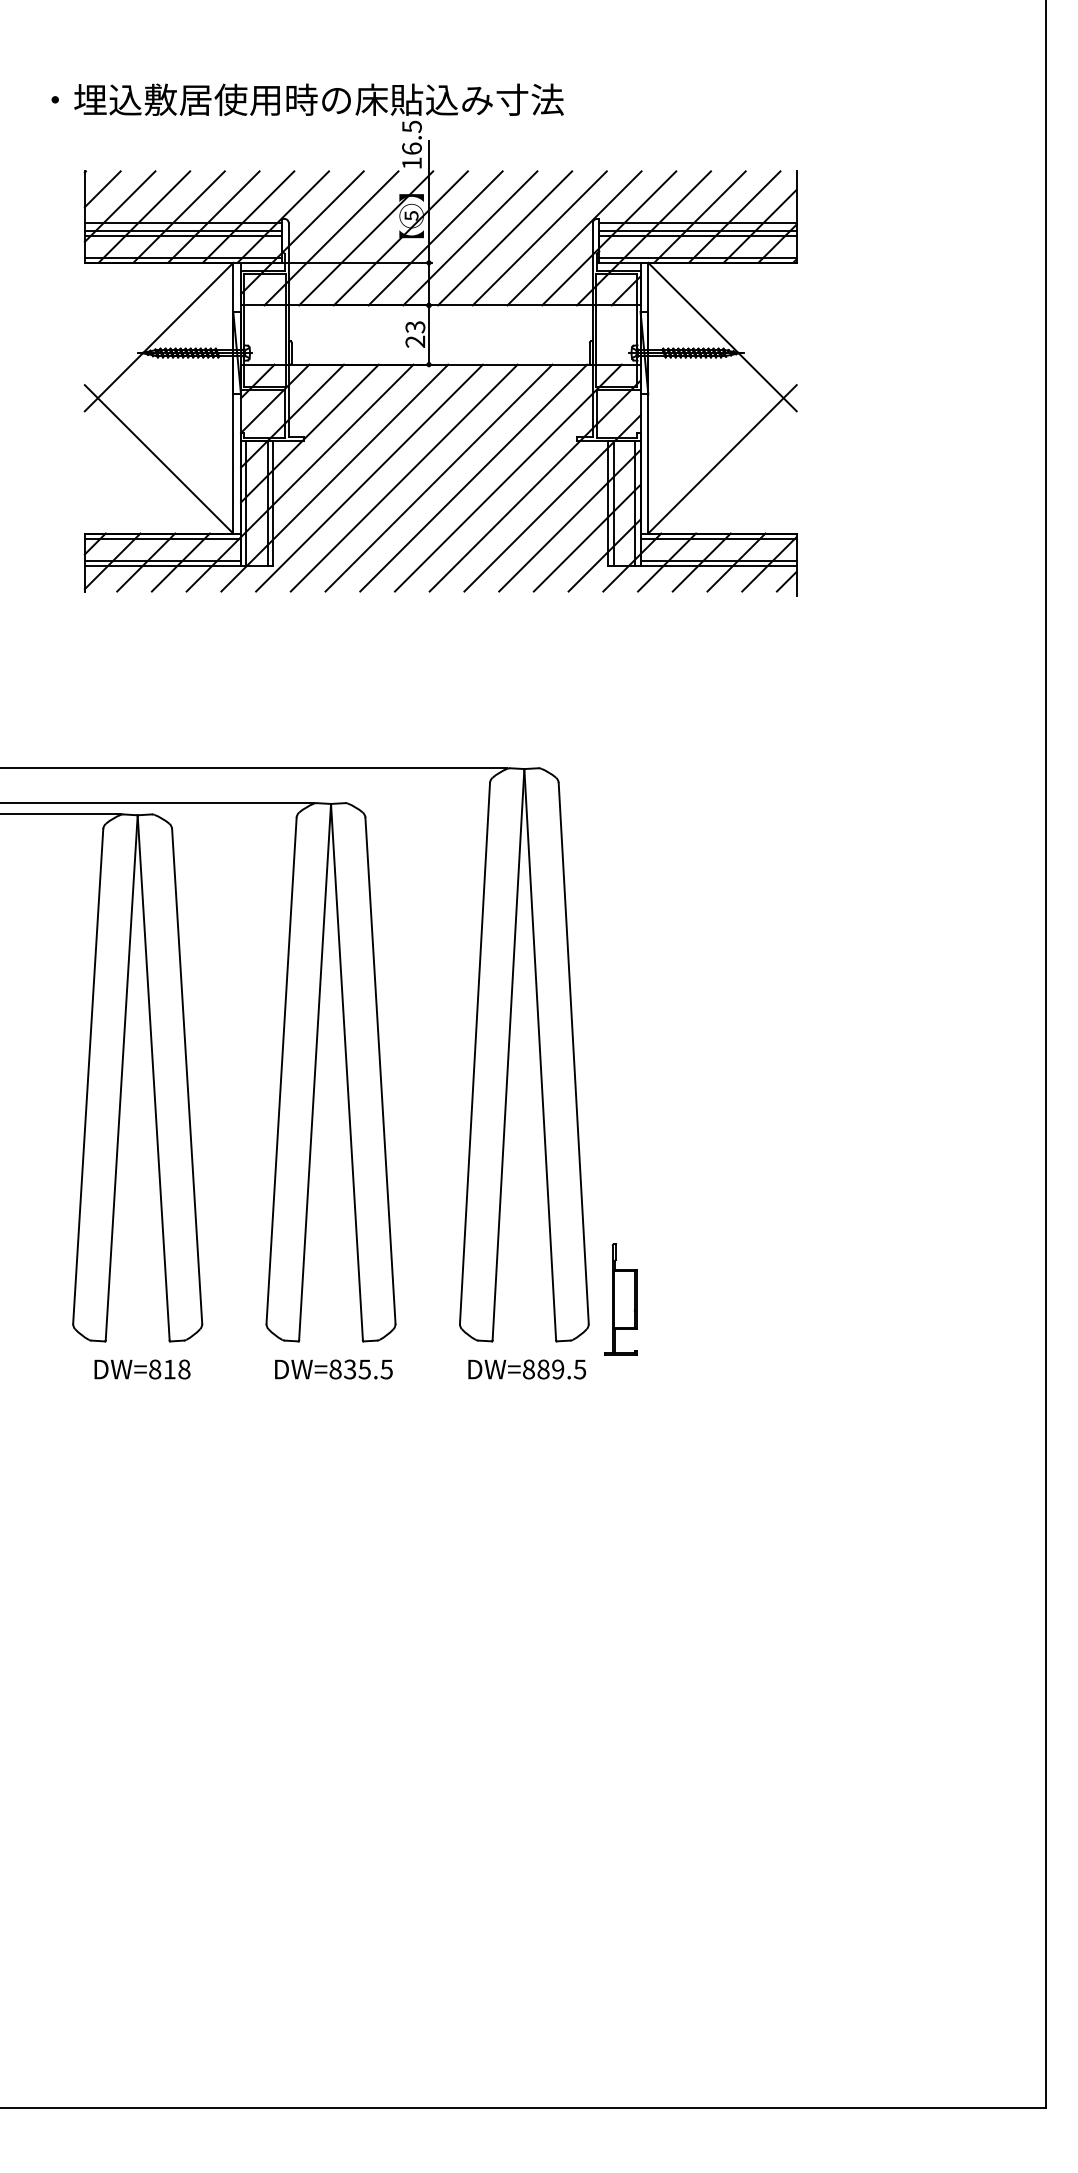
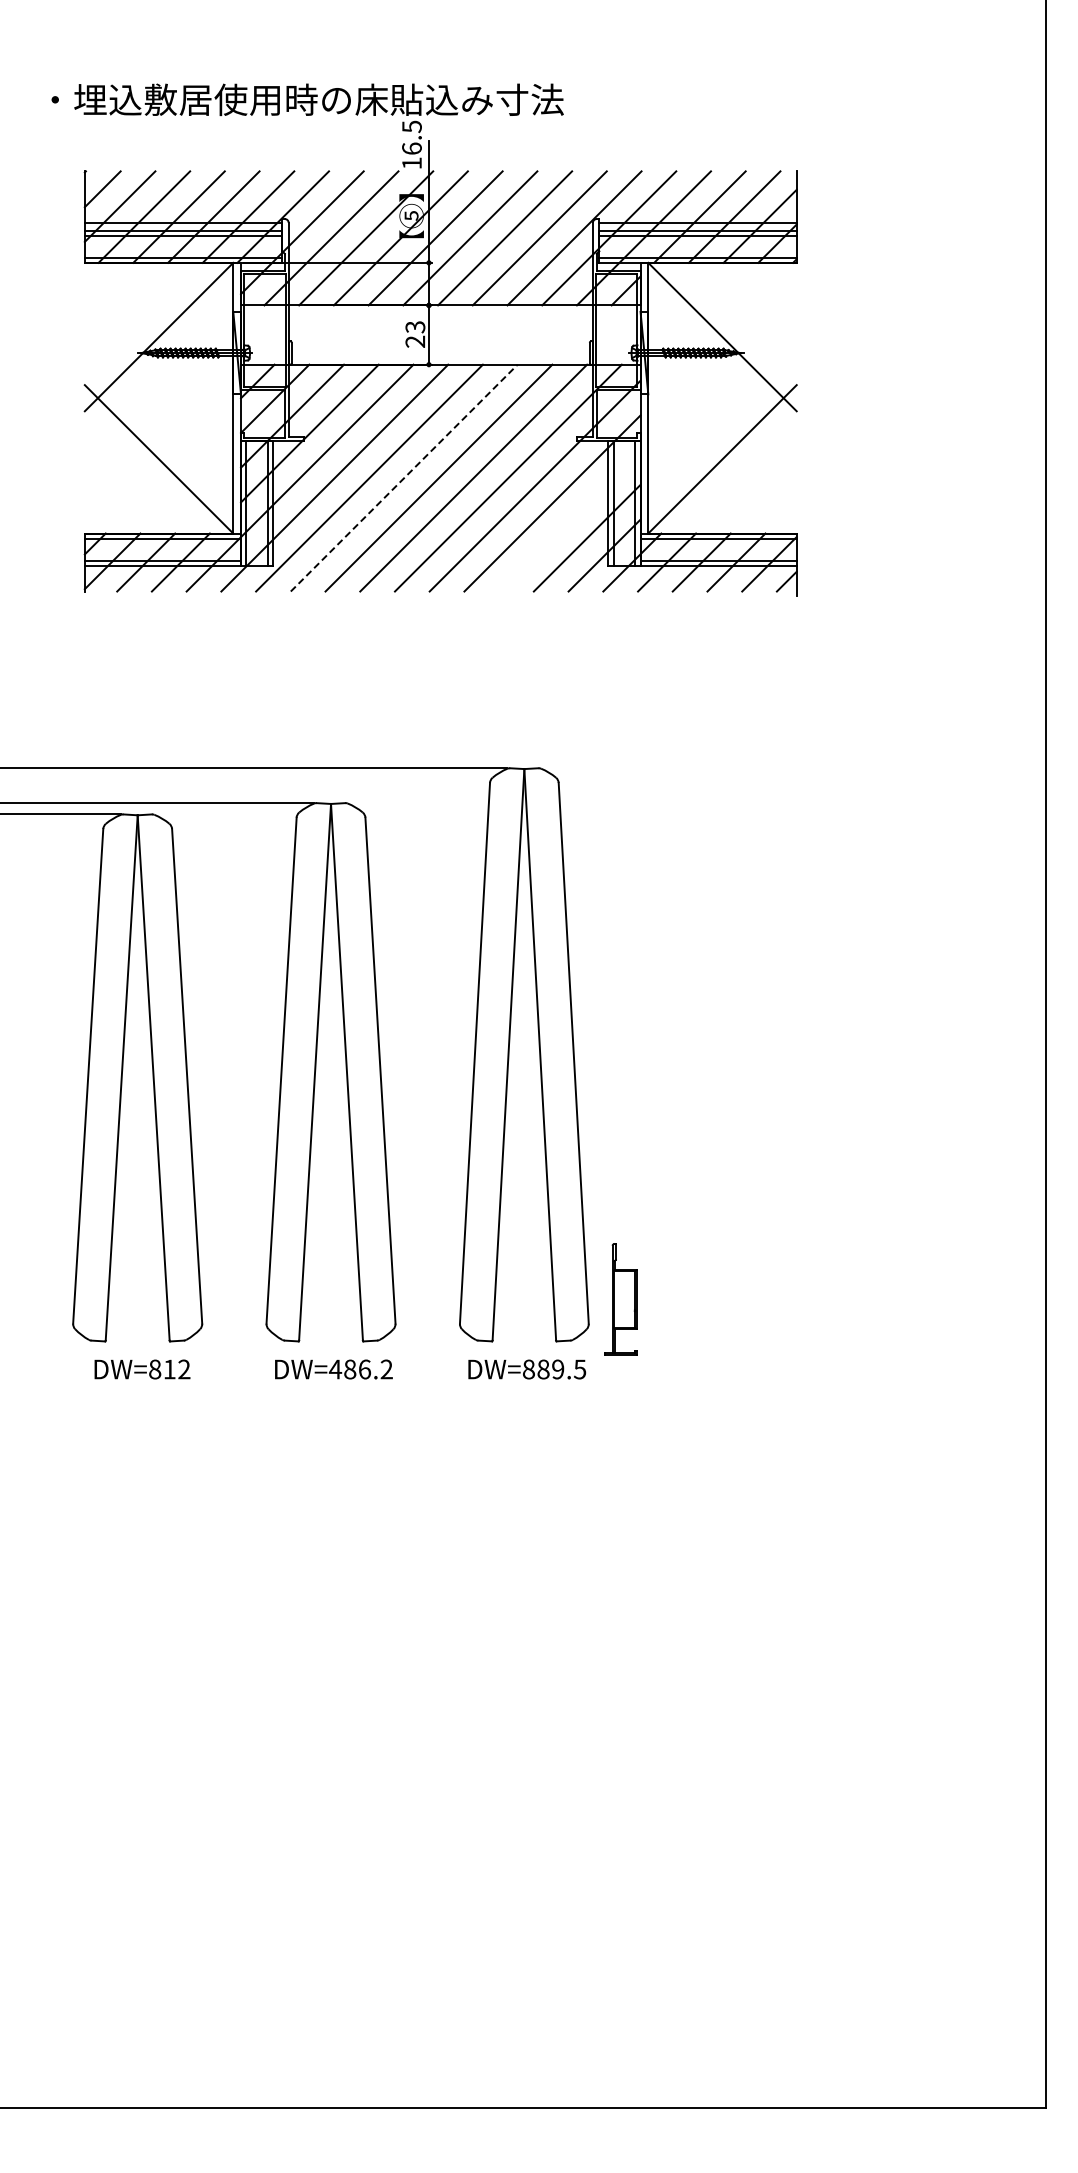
line at (404, 477): solid -> dashed
line at (569, 520): present -> none
text at (184, 1369): DW=818 -> DW=812
text at (360, 1369): DW=835.5 -> DW=486.2
